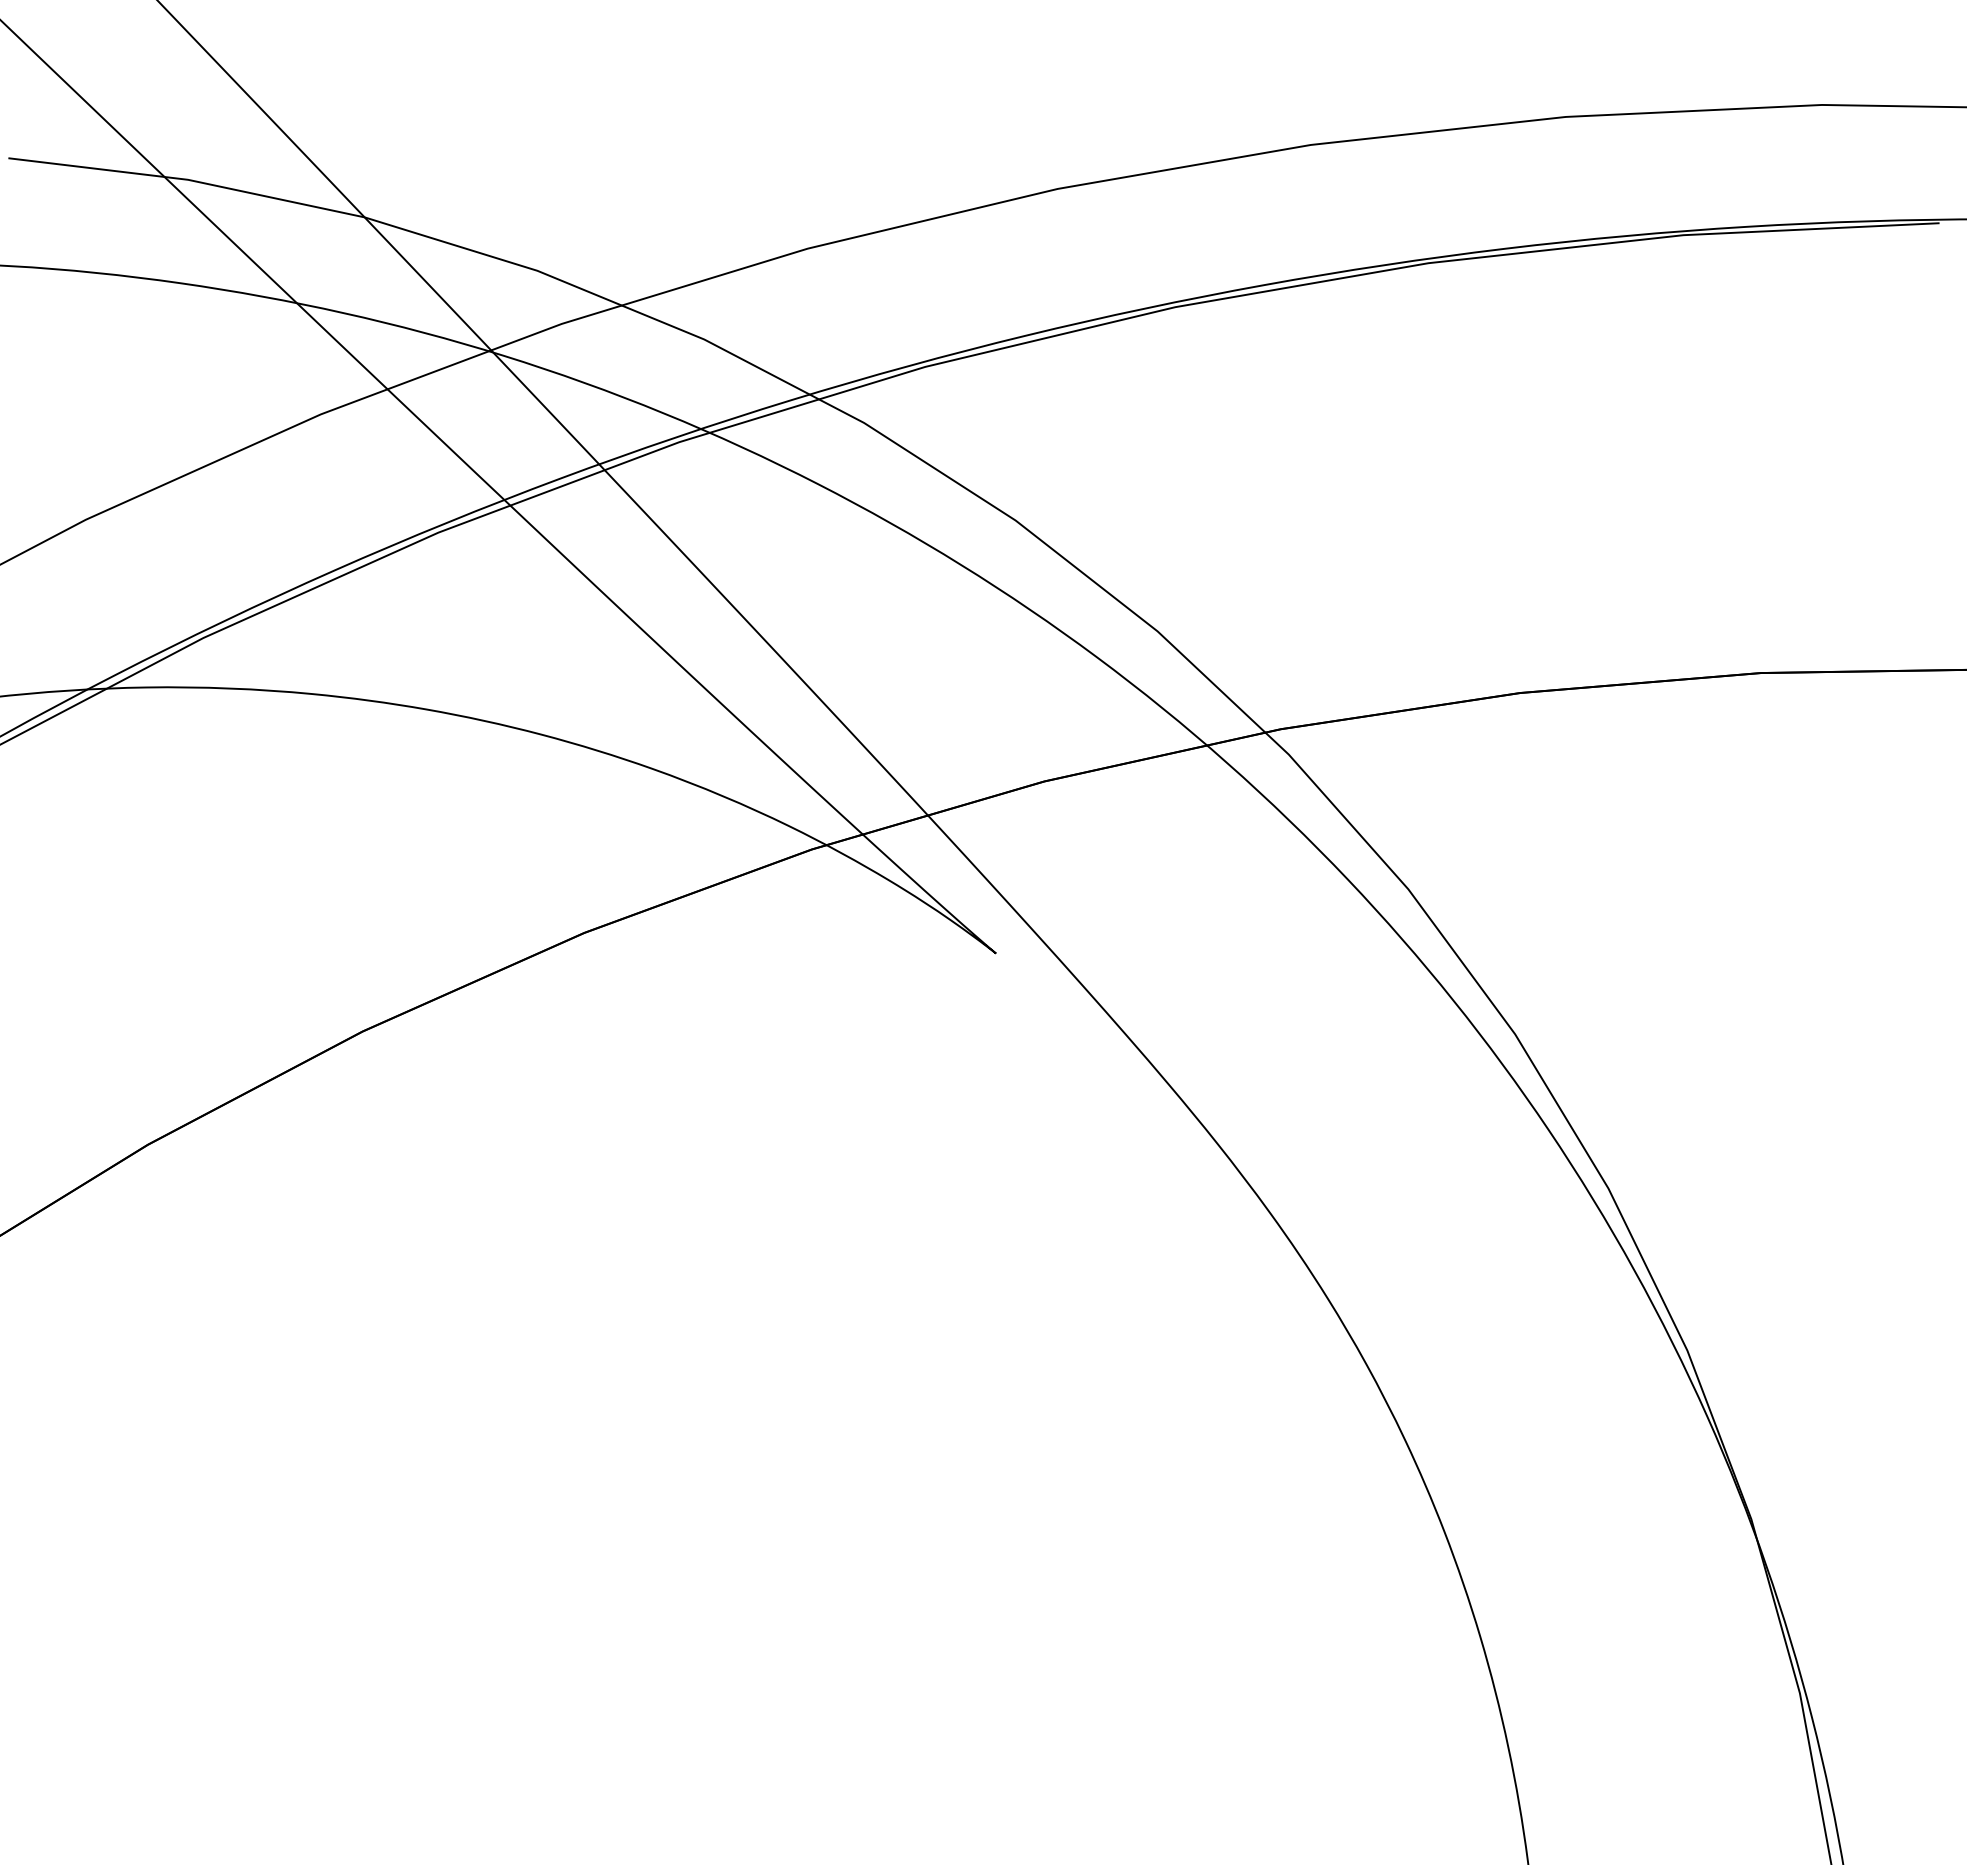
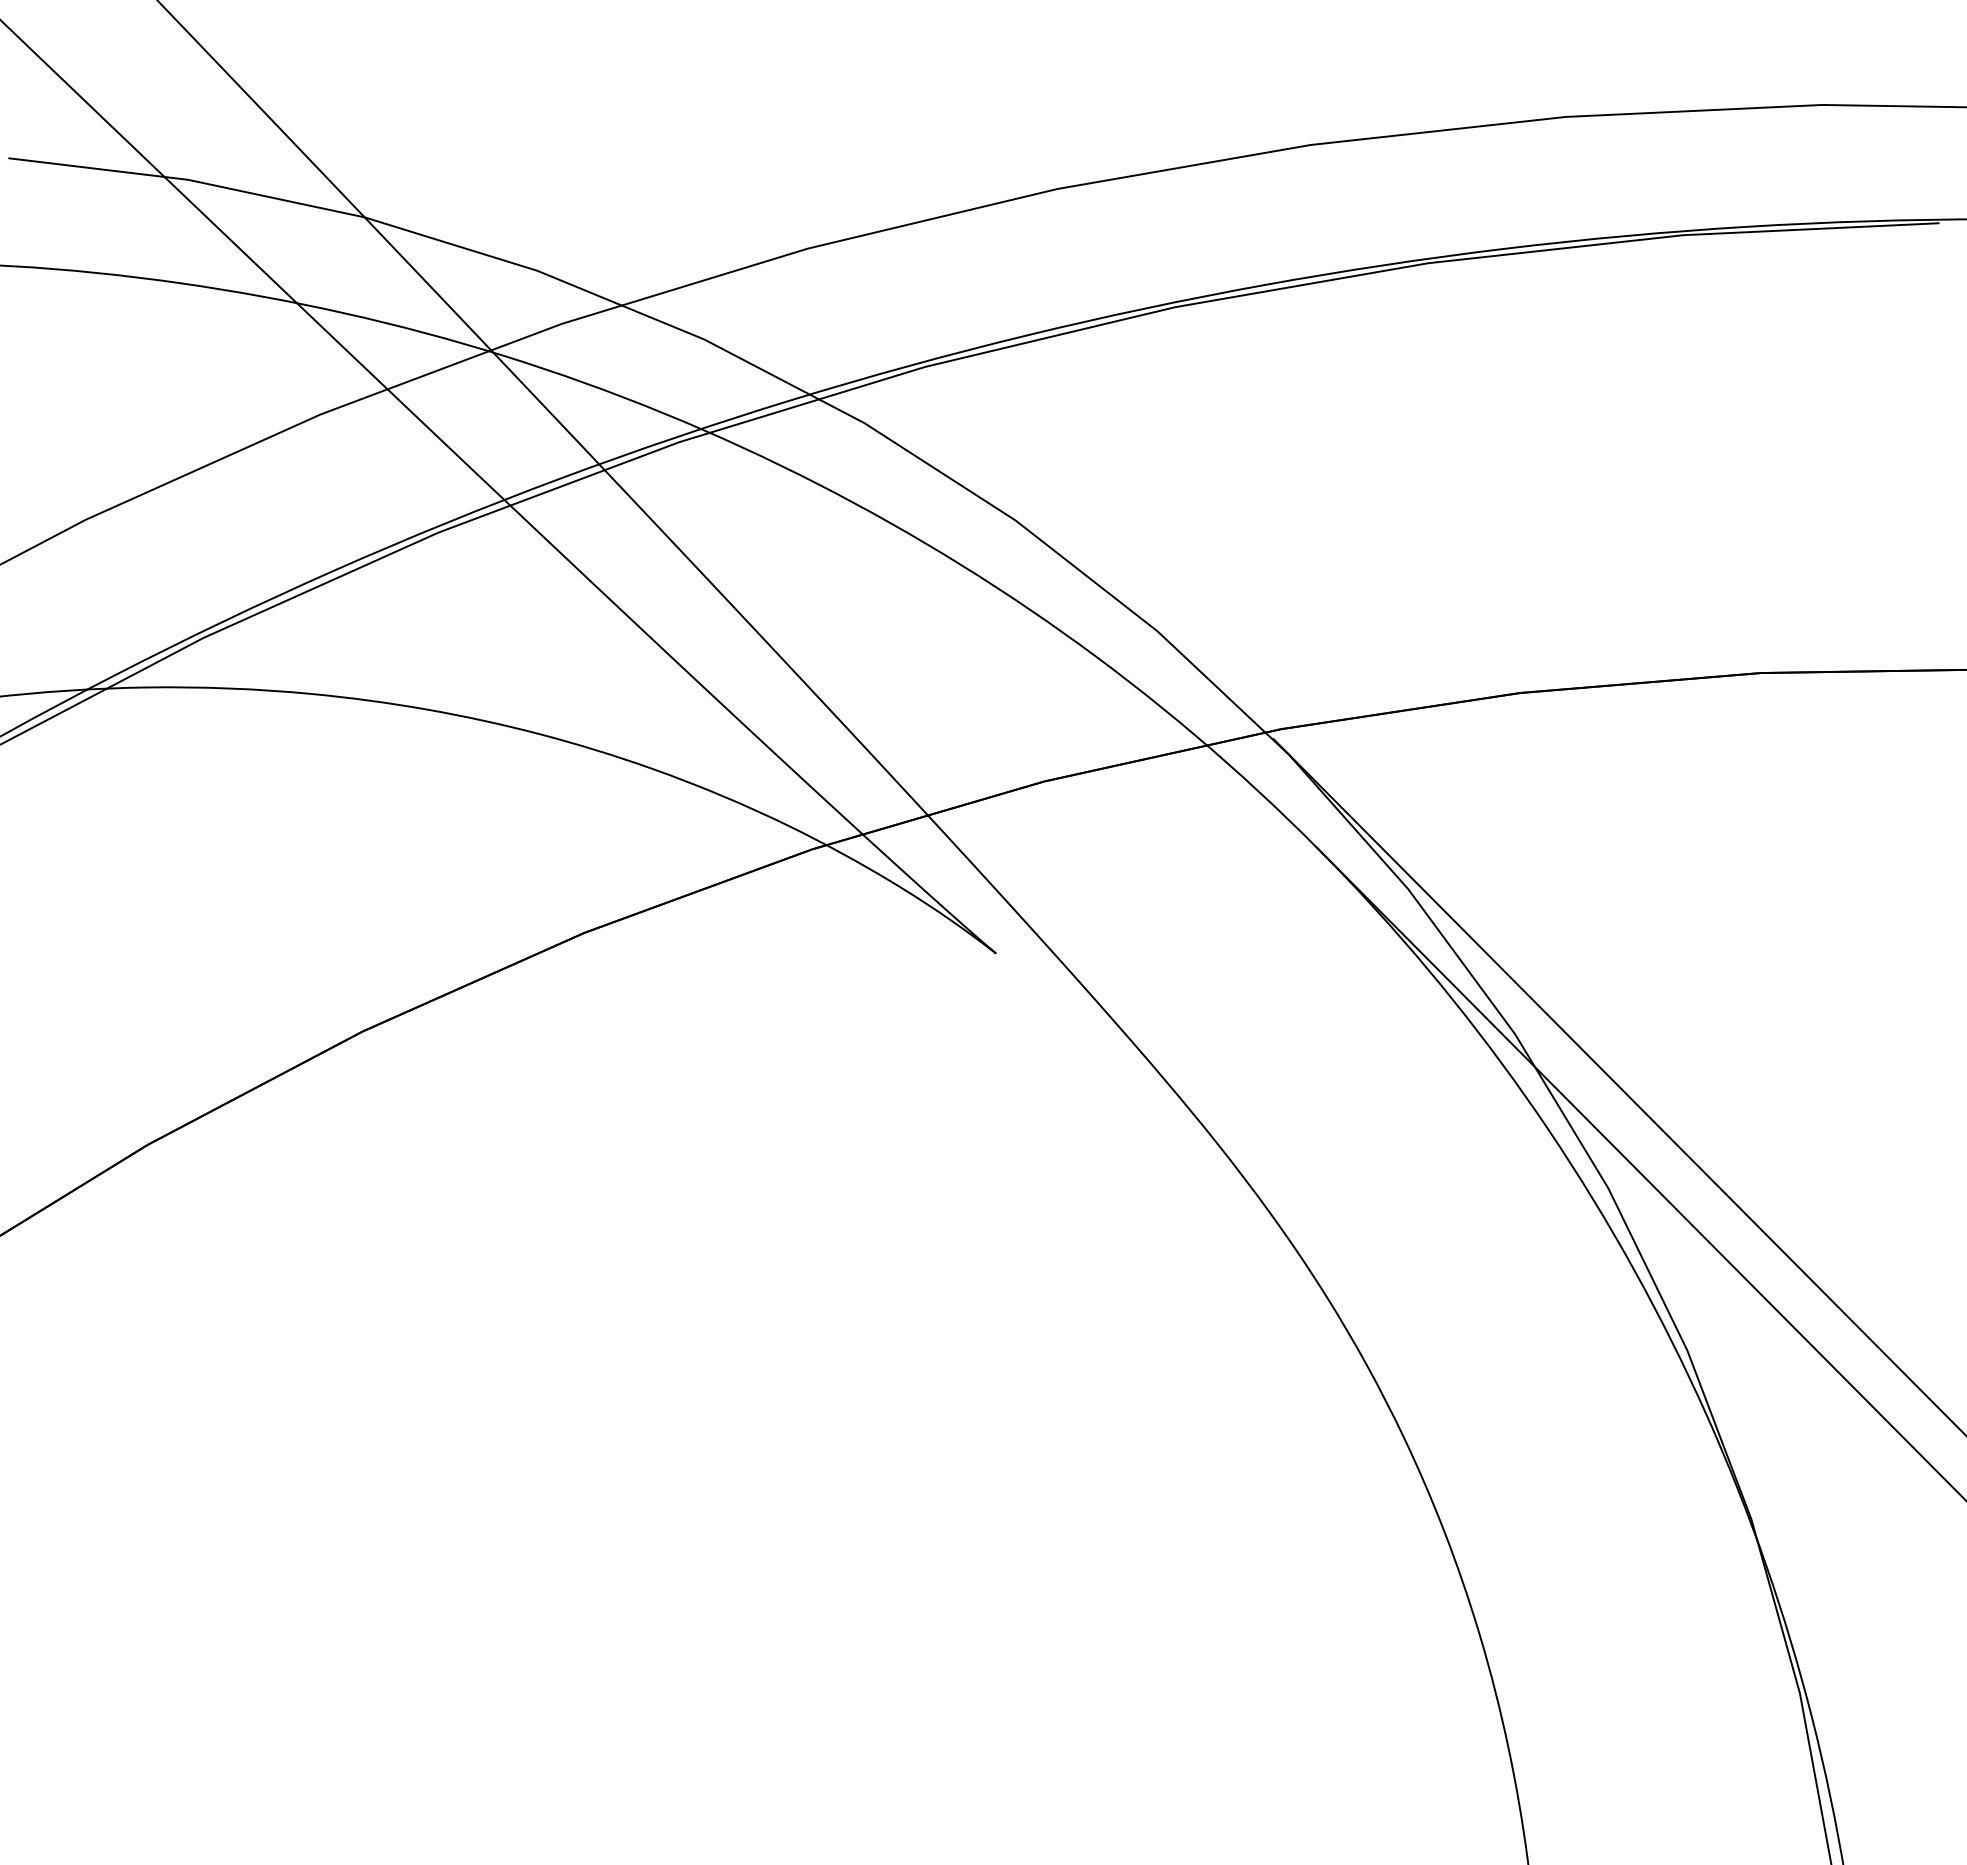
line at (1618, 1085): none -> present
line at (1639, 1172): none -> present
